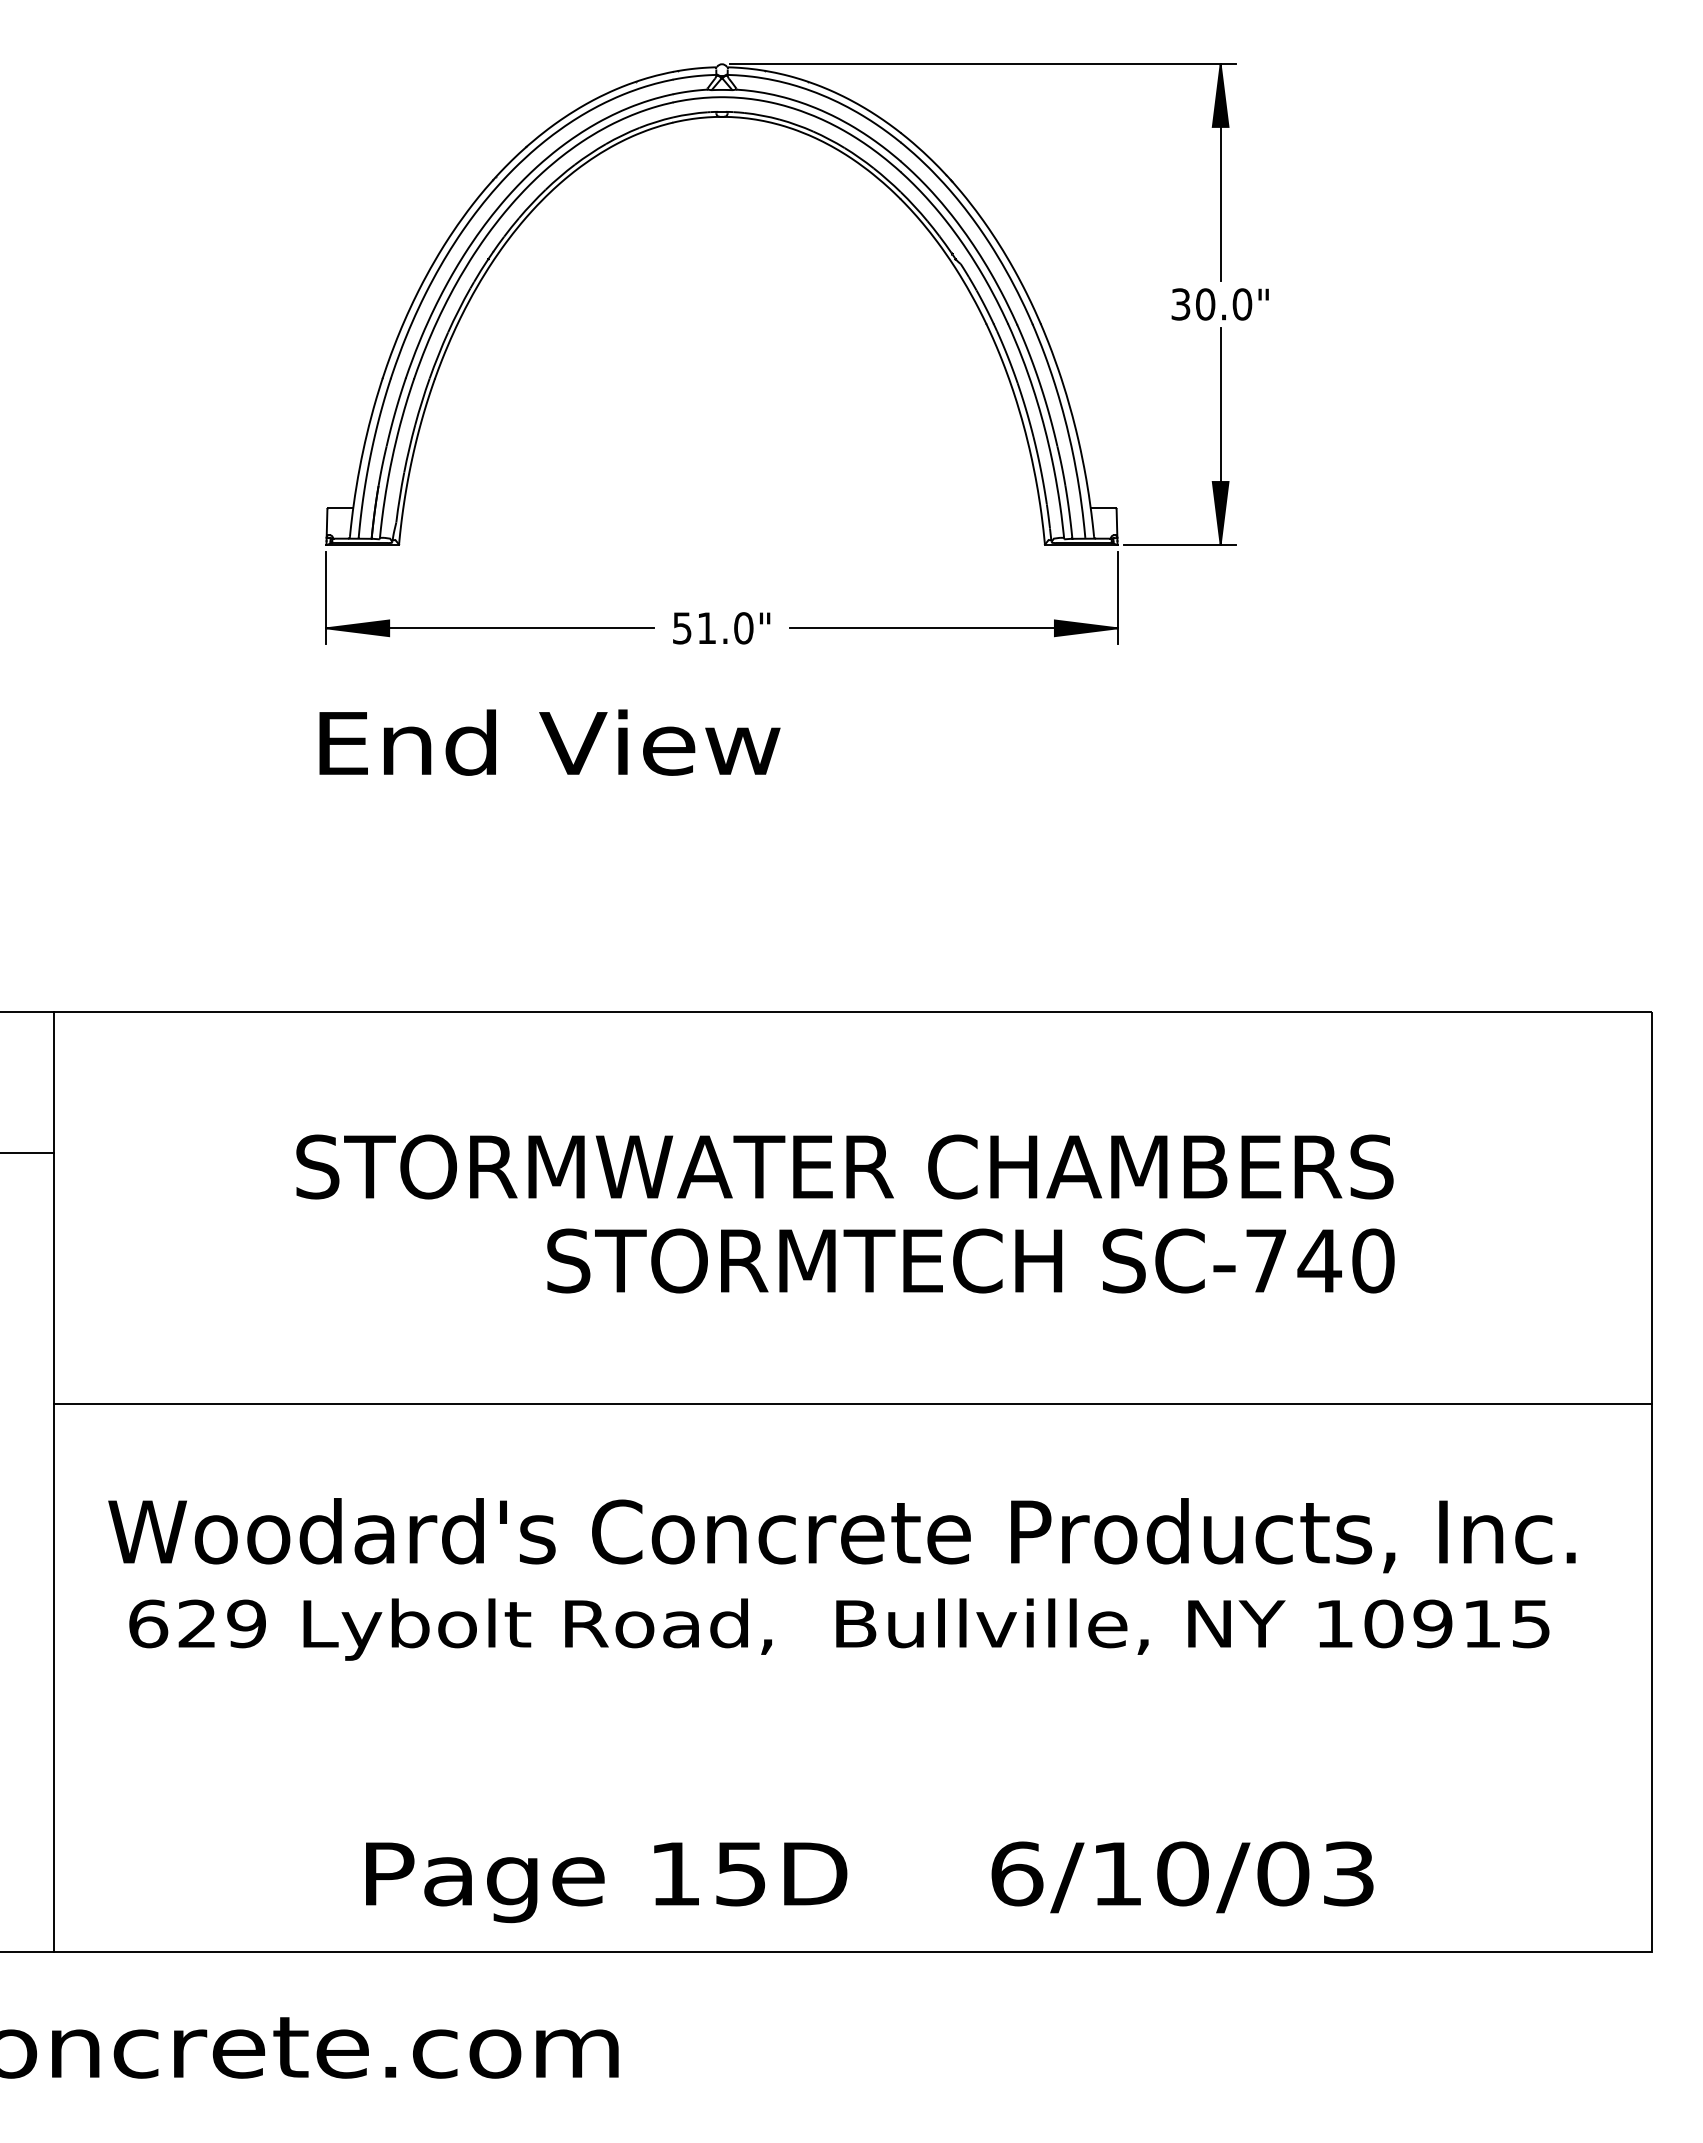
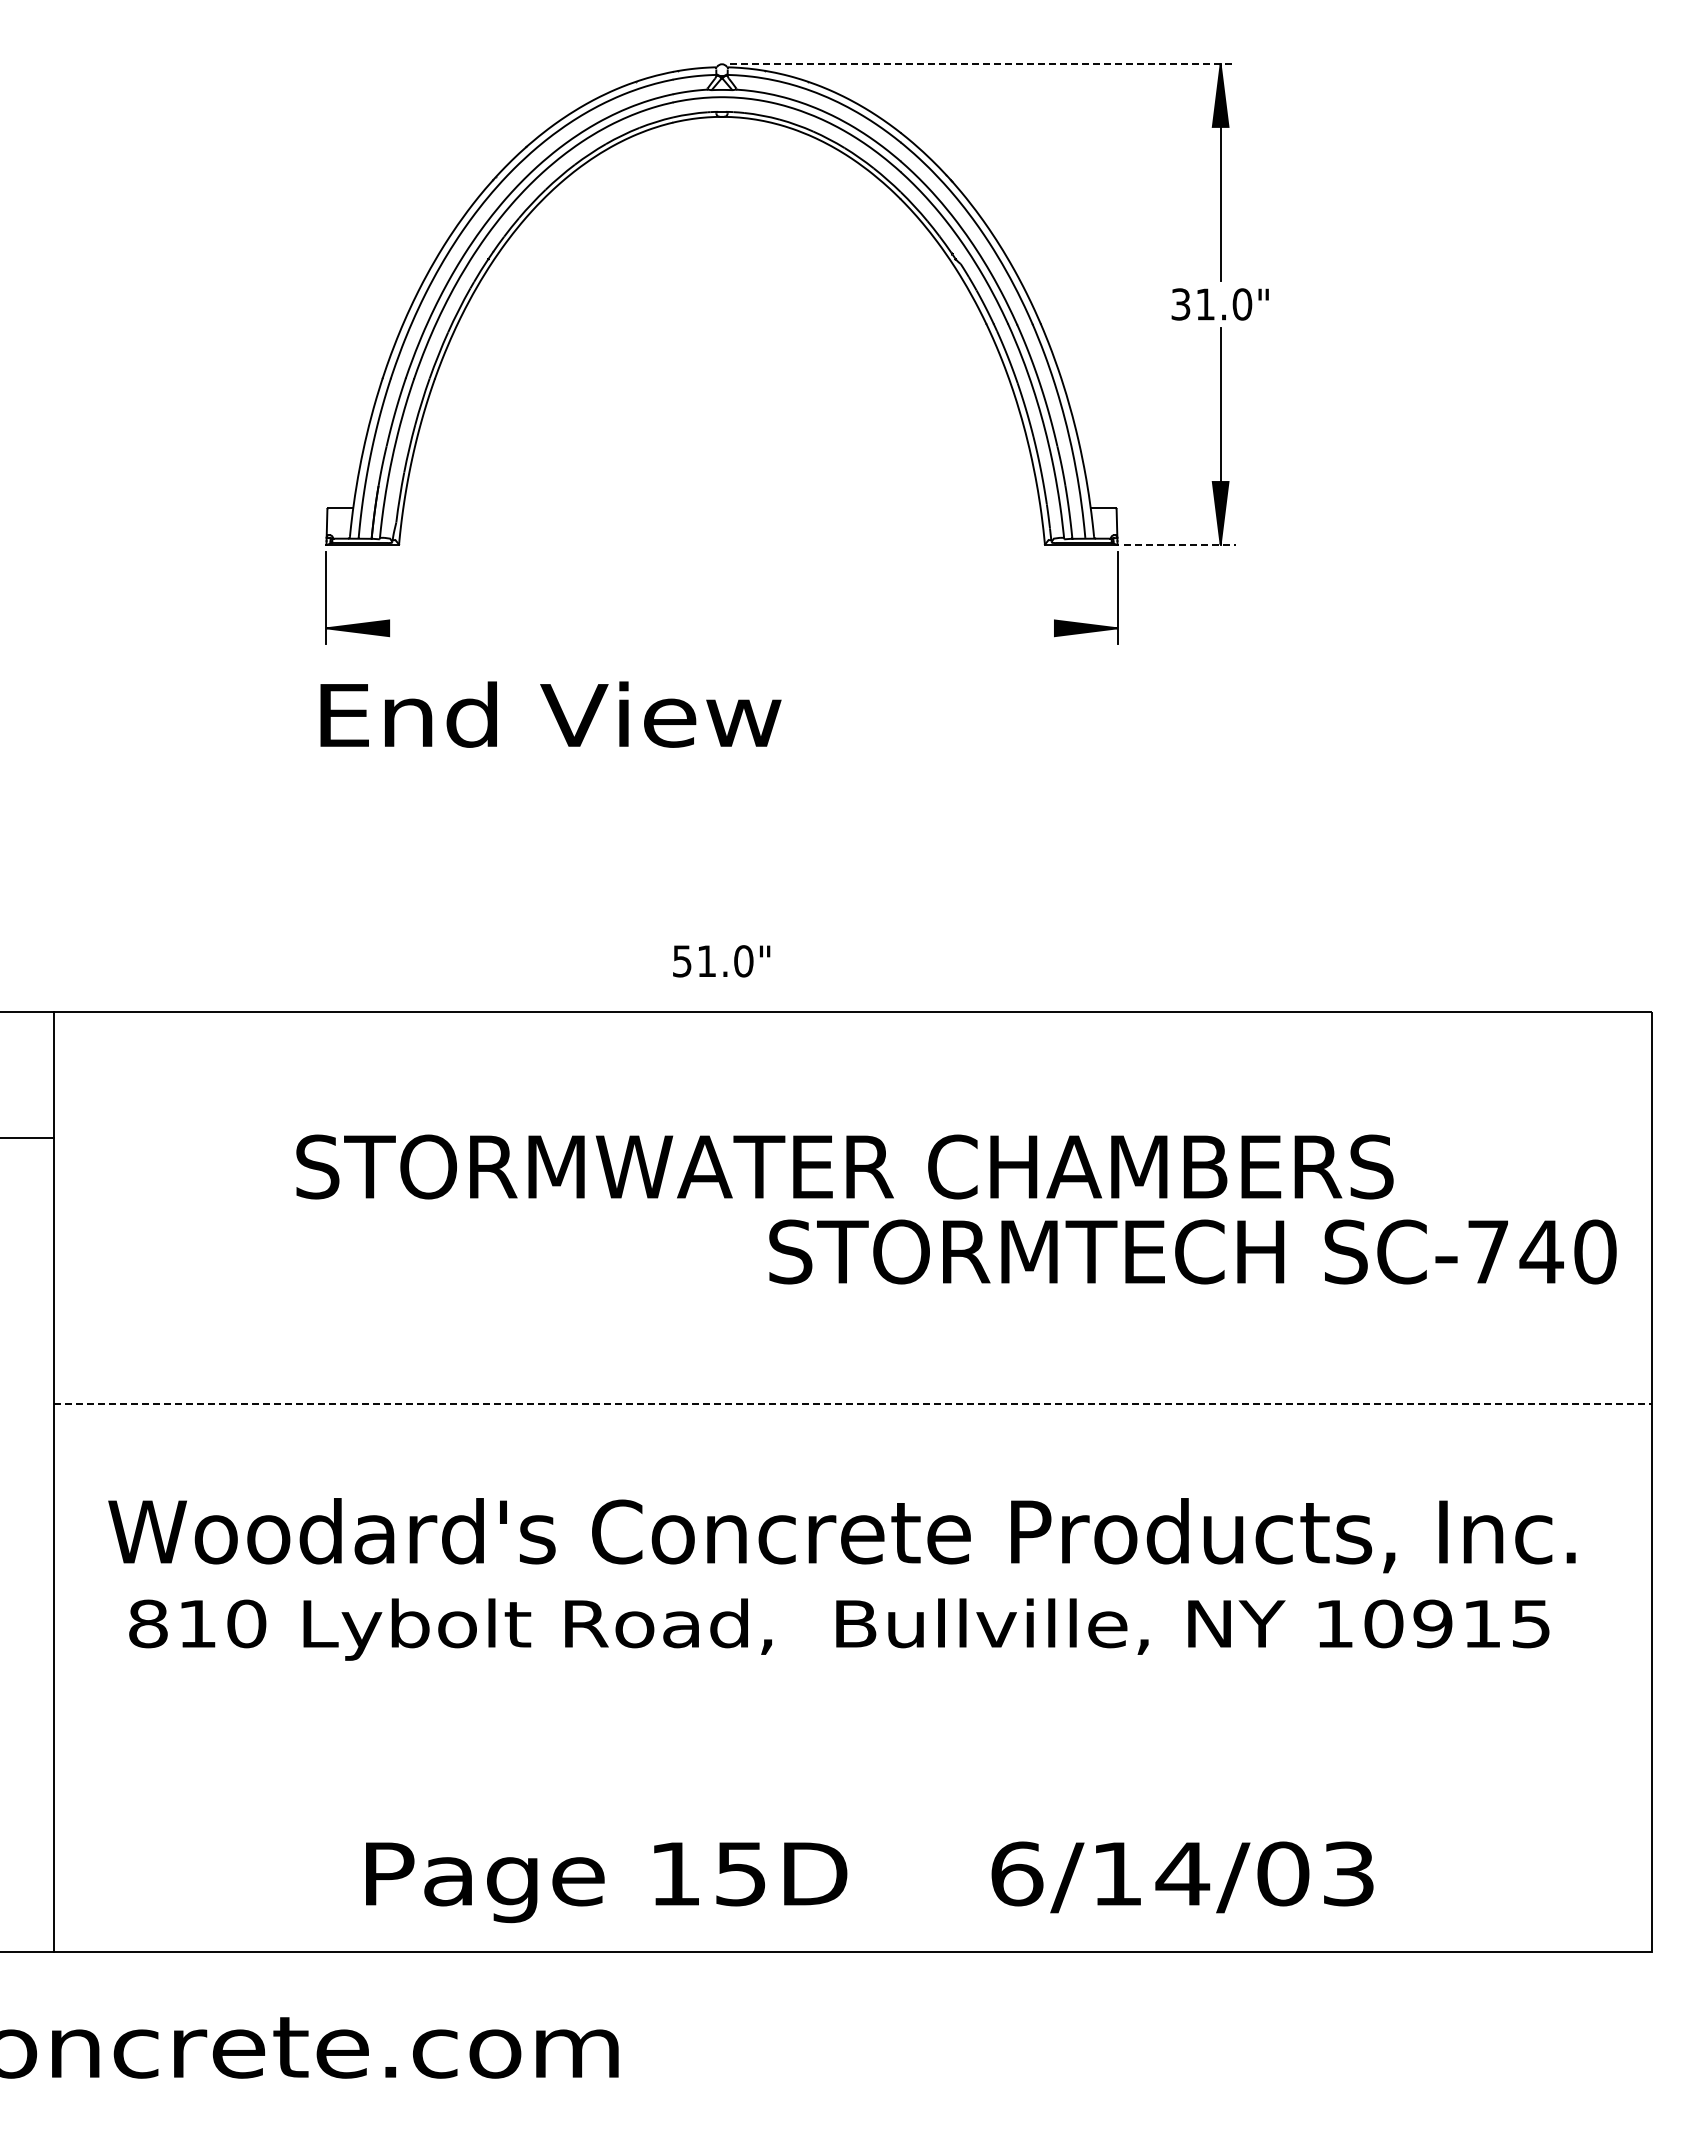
line at (983, 64): solid -> dashed
text at (1205, 304): 30.0" -> 31.0"
line at (1180, 544): solid -> dashed
line at (490, 628): present -> none
text at (721, 628) position: (721, 628) -> (721, 961)
line at (953, 628): present -> none
text at (549, 742) position: (549, 742) -> (550, 714)
line at (28, 1153) position: (28, 1153) -> (28, 1138)
text at (970, 1260) position: (970, 1260) -> (1192, 1251)
line at (853, 1404): solid -> dashed
text at (197, 1623): 629 -> 810
text at (1182, 1873): 6/10/03 -> 6/14/03
